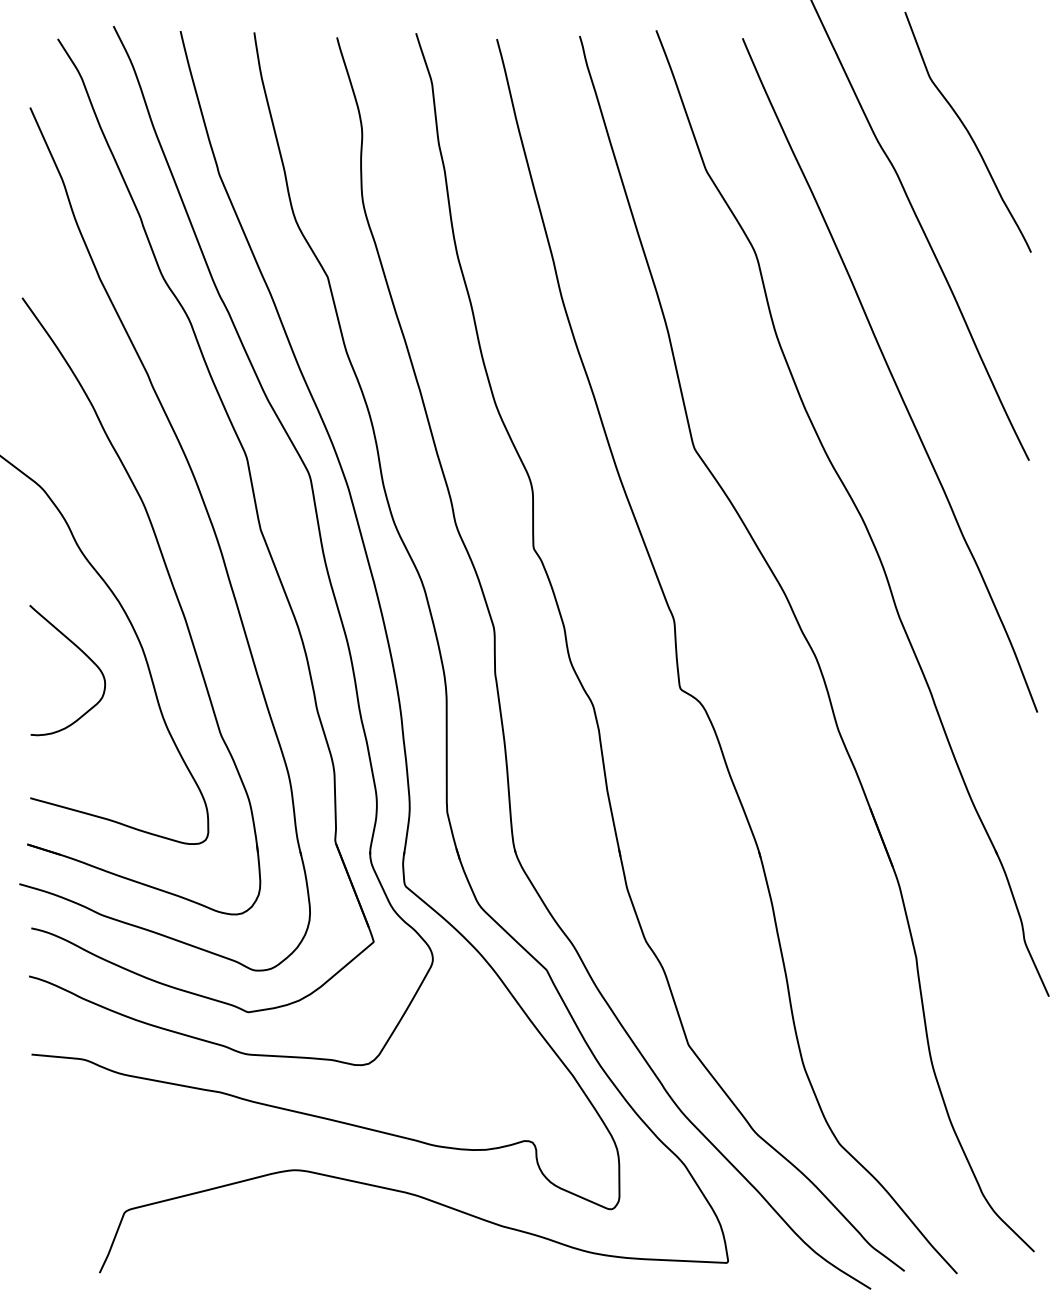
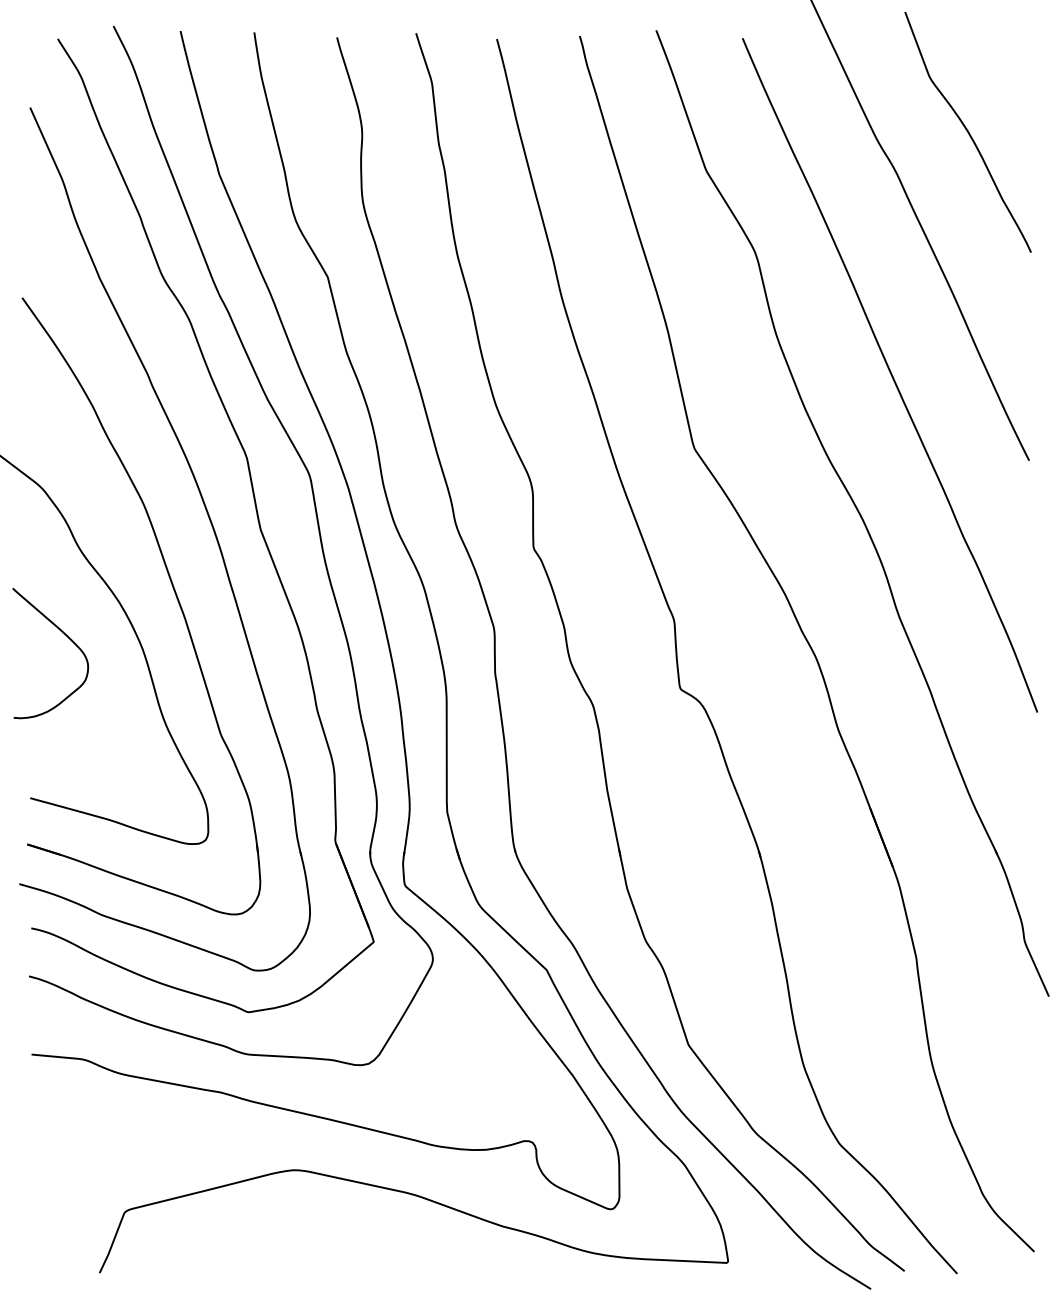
curve at (79, 650) position: (79, 650) -> (62, 633)
